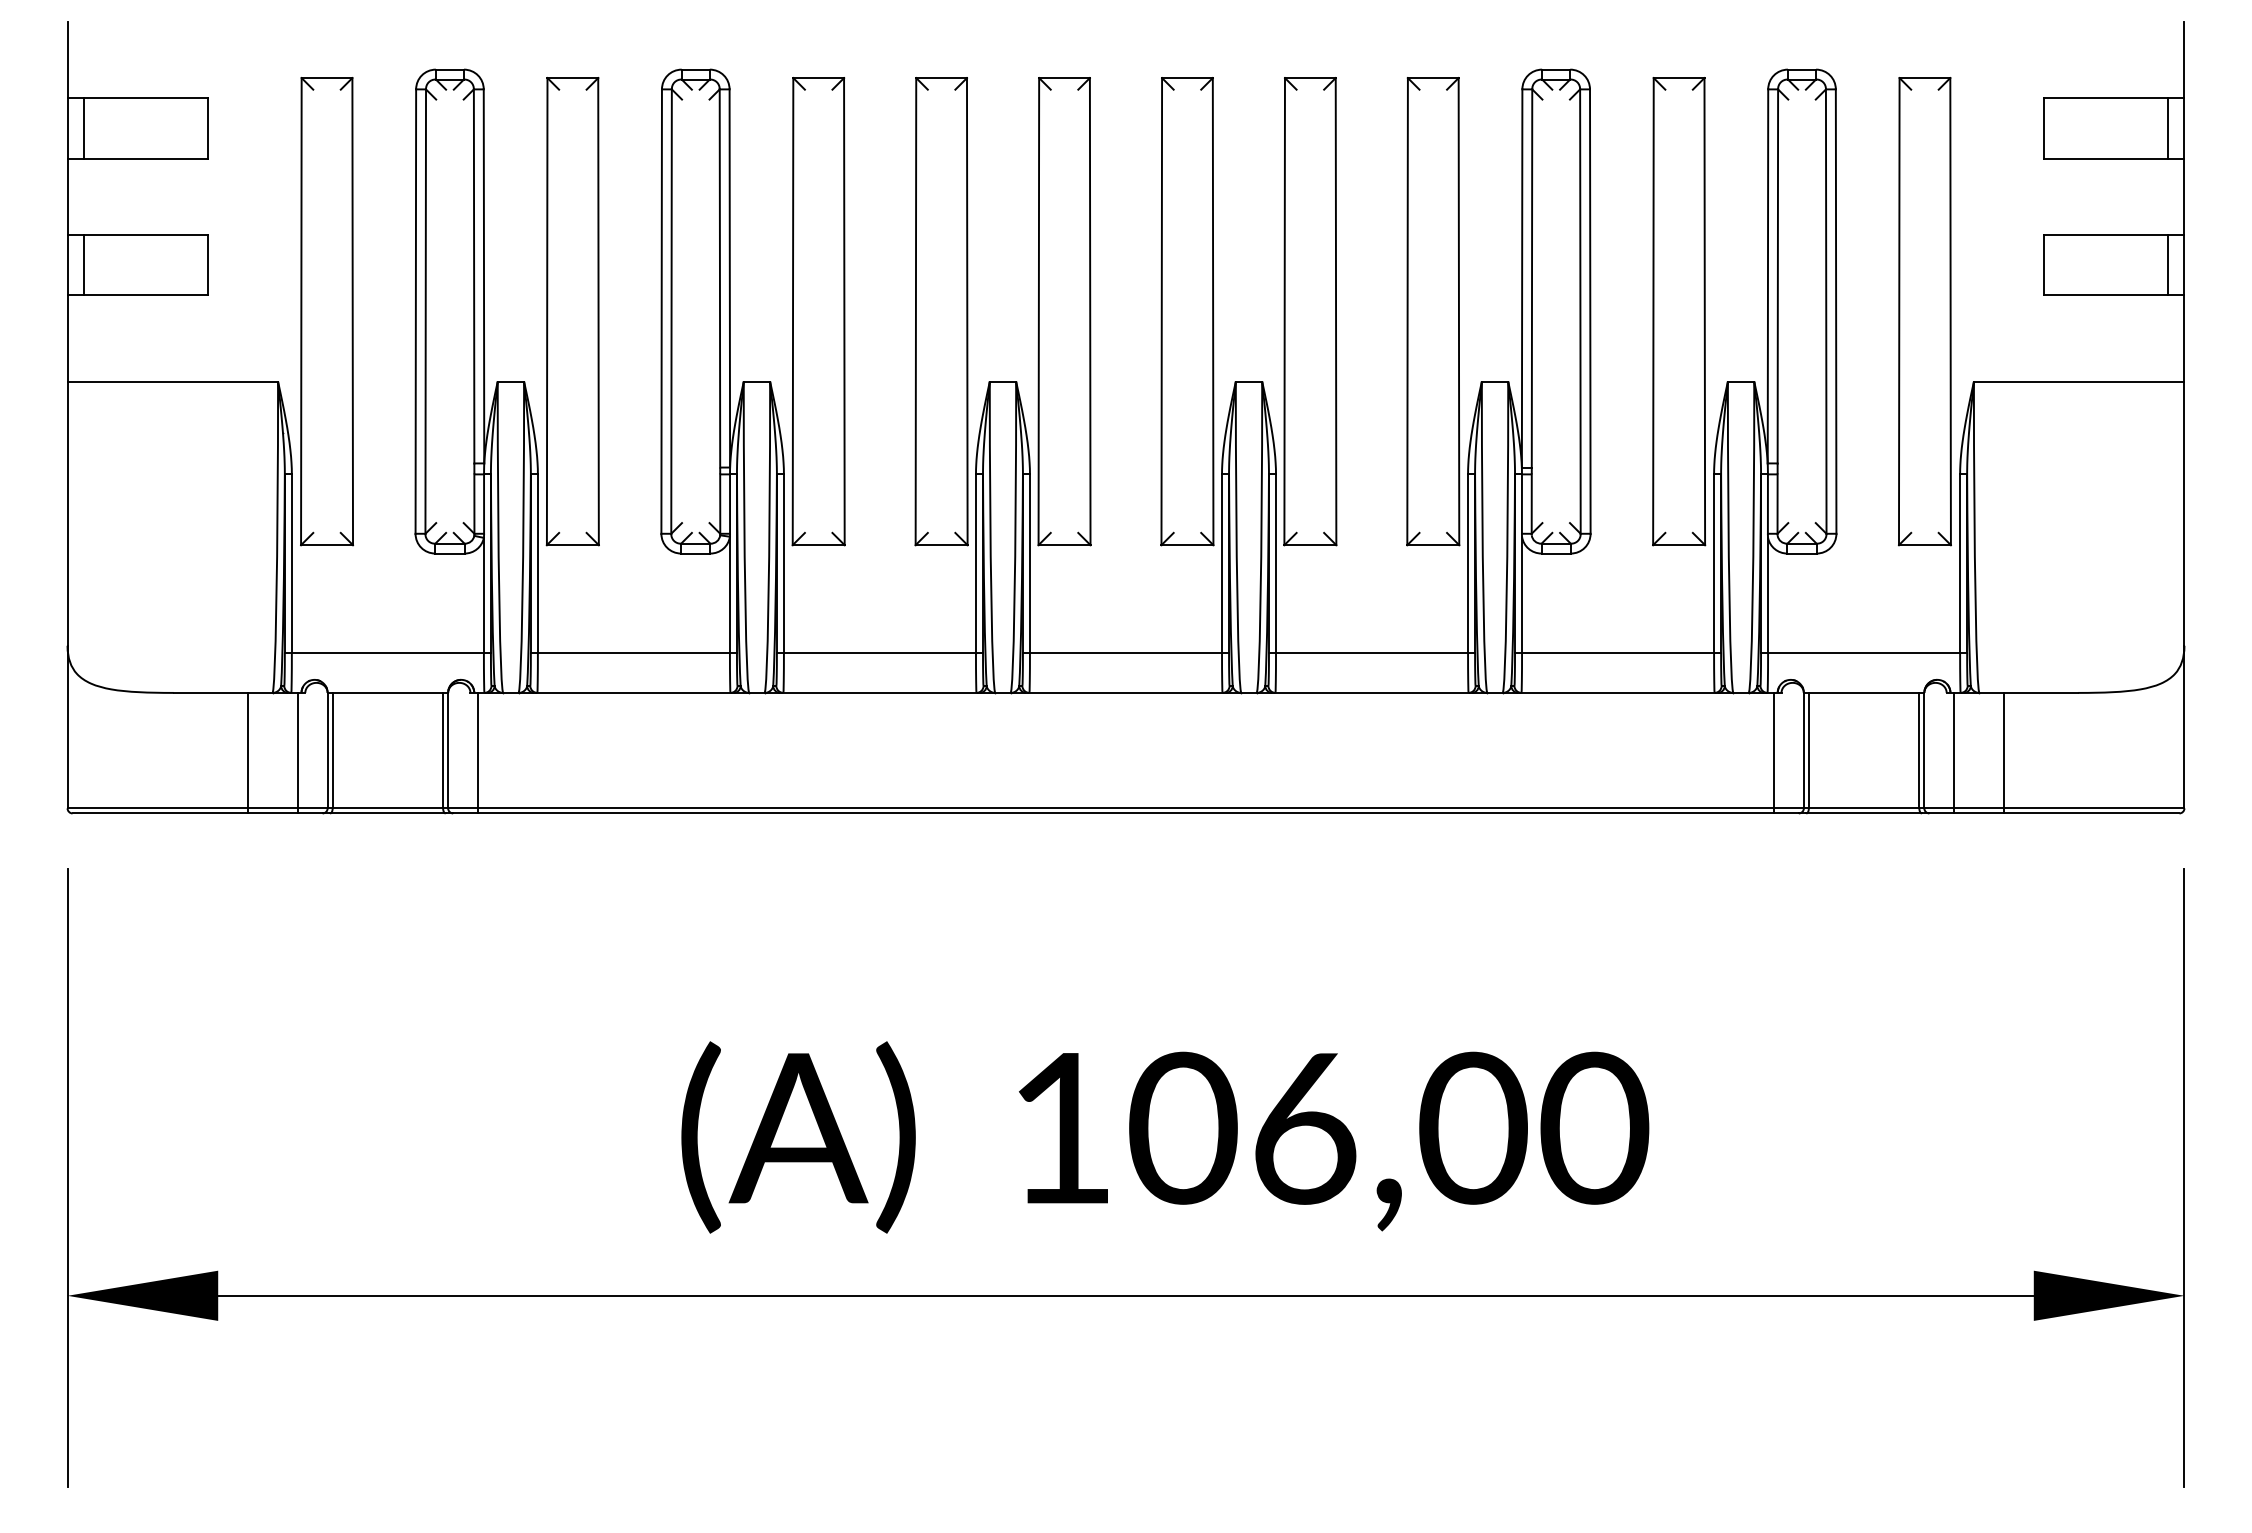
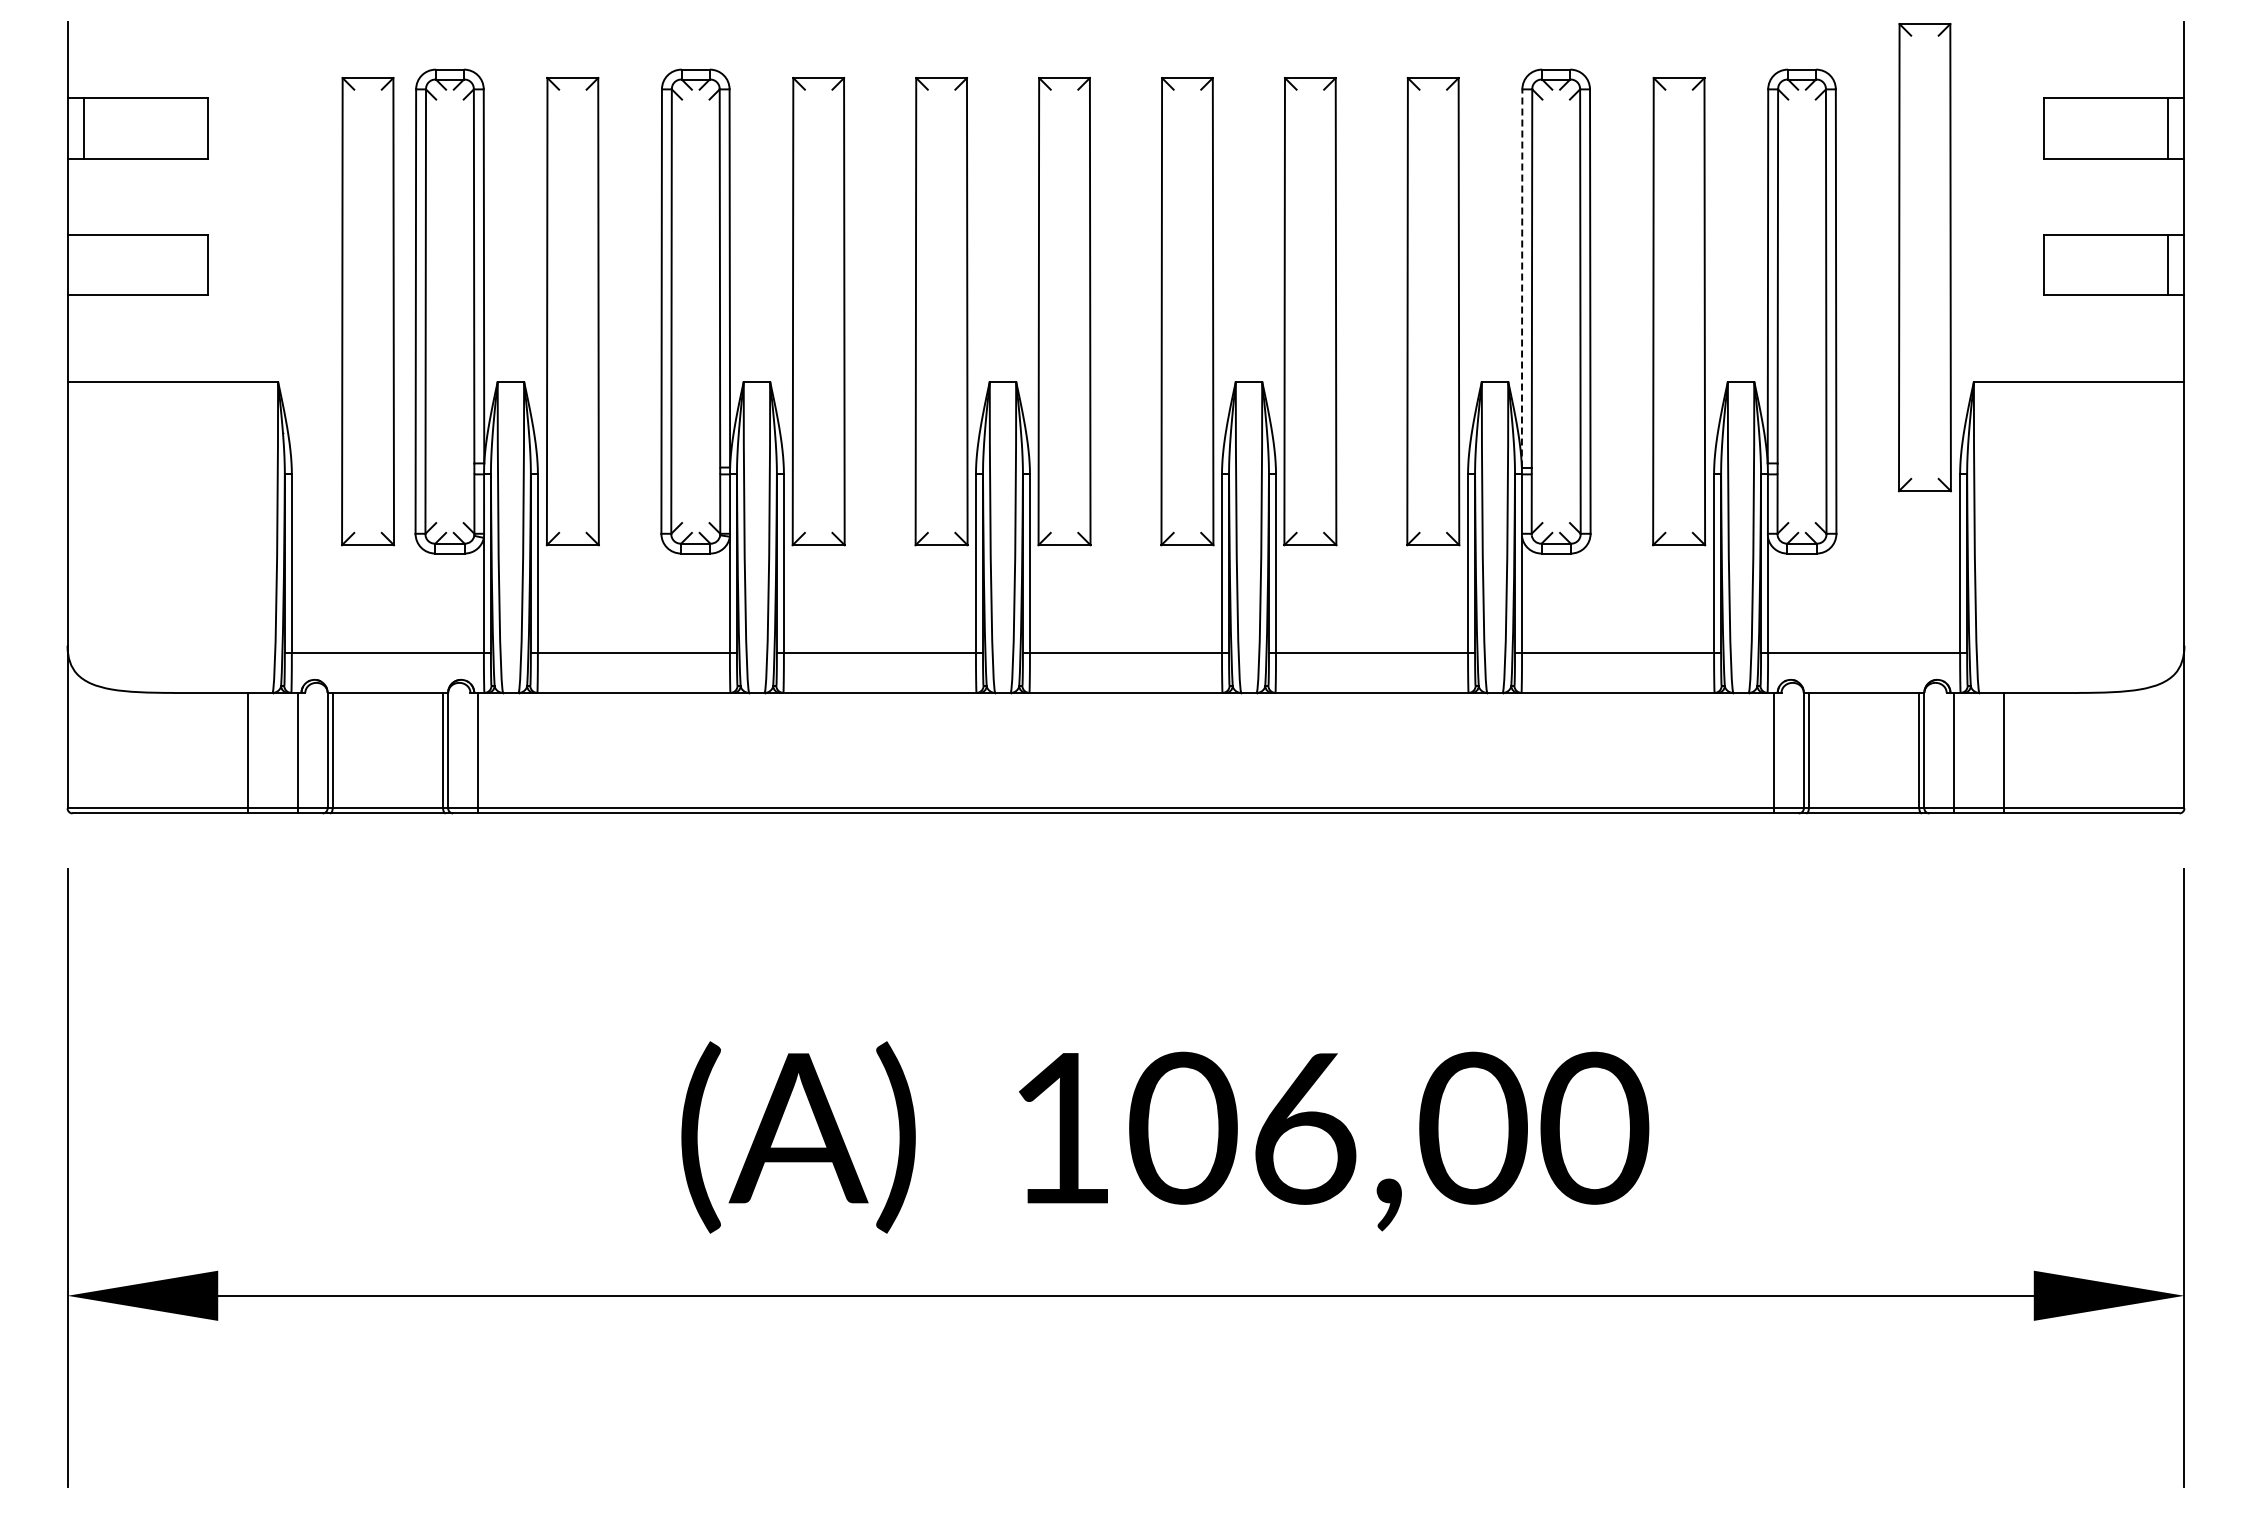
line at (83, 265): present -> none
line at (1522, 277): solid -> dashed
part at (326, 311) position: (326, 311) -> (367, 311)
part at (1924, 311) position: (1924, 311) -> (1924, 257)
